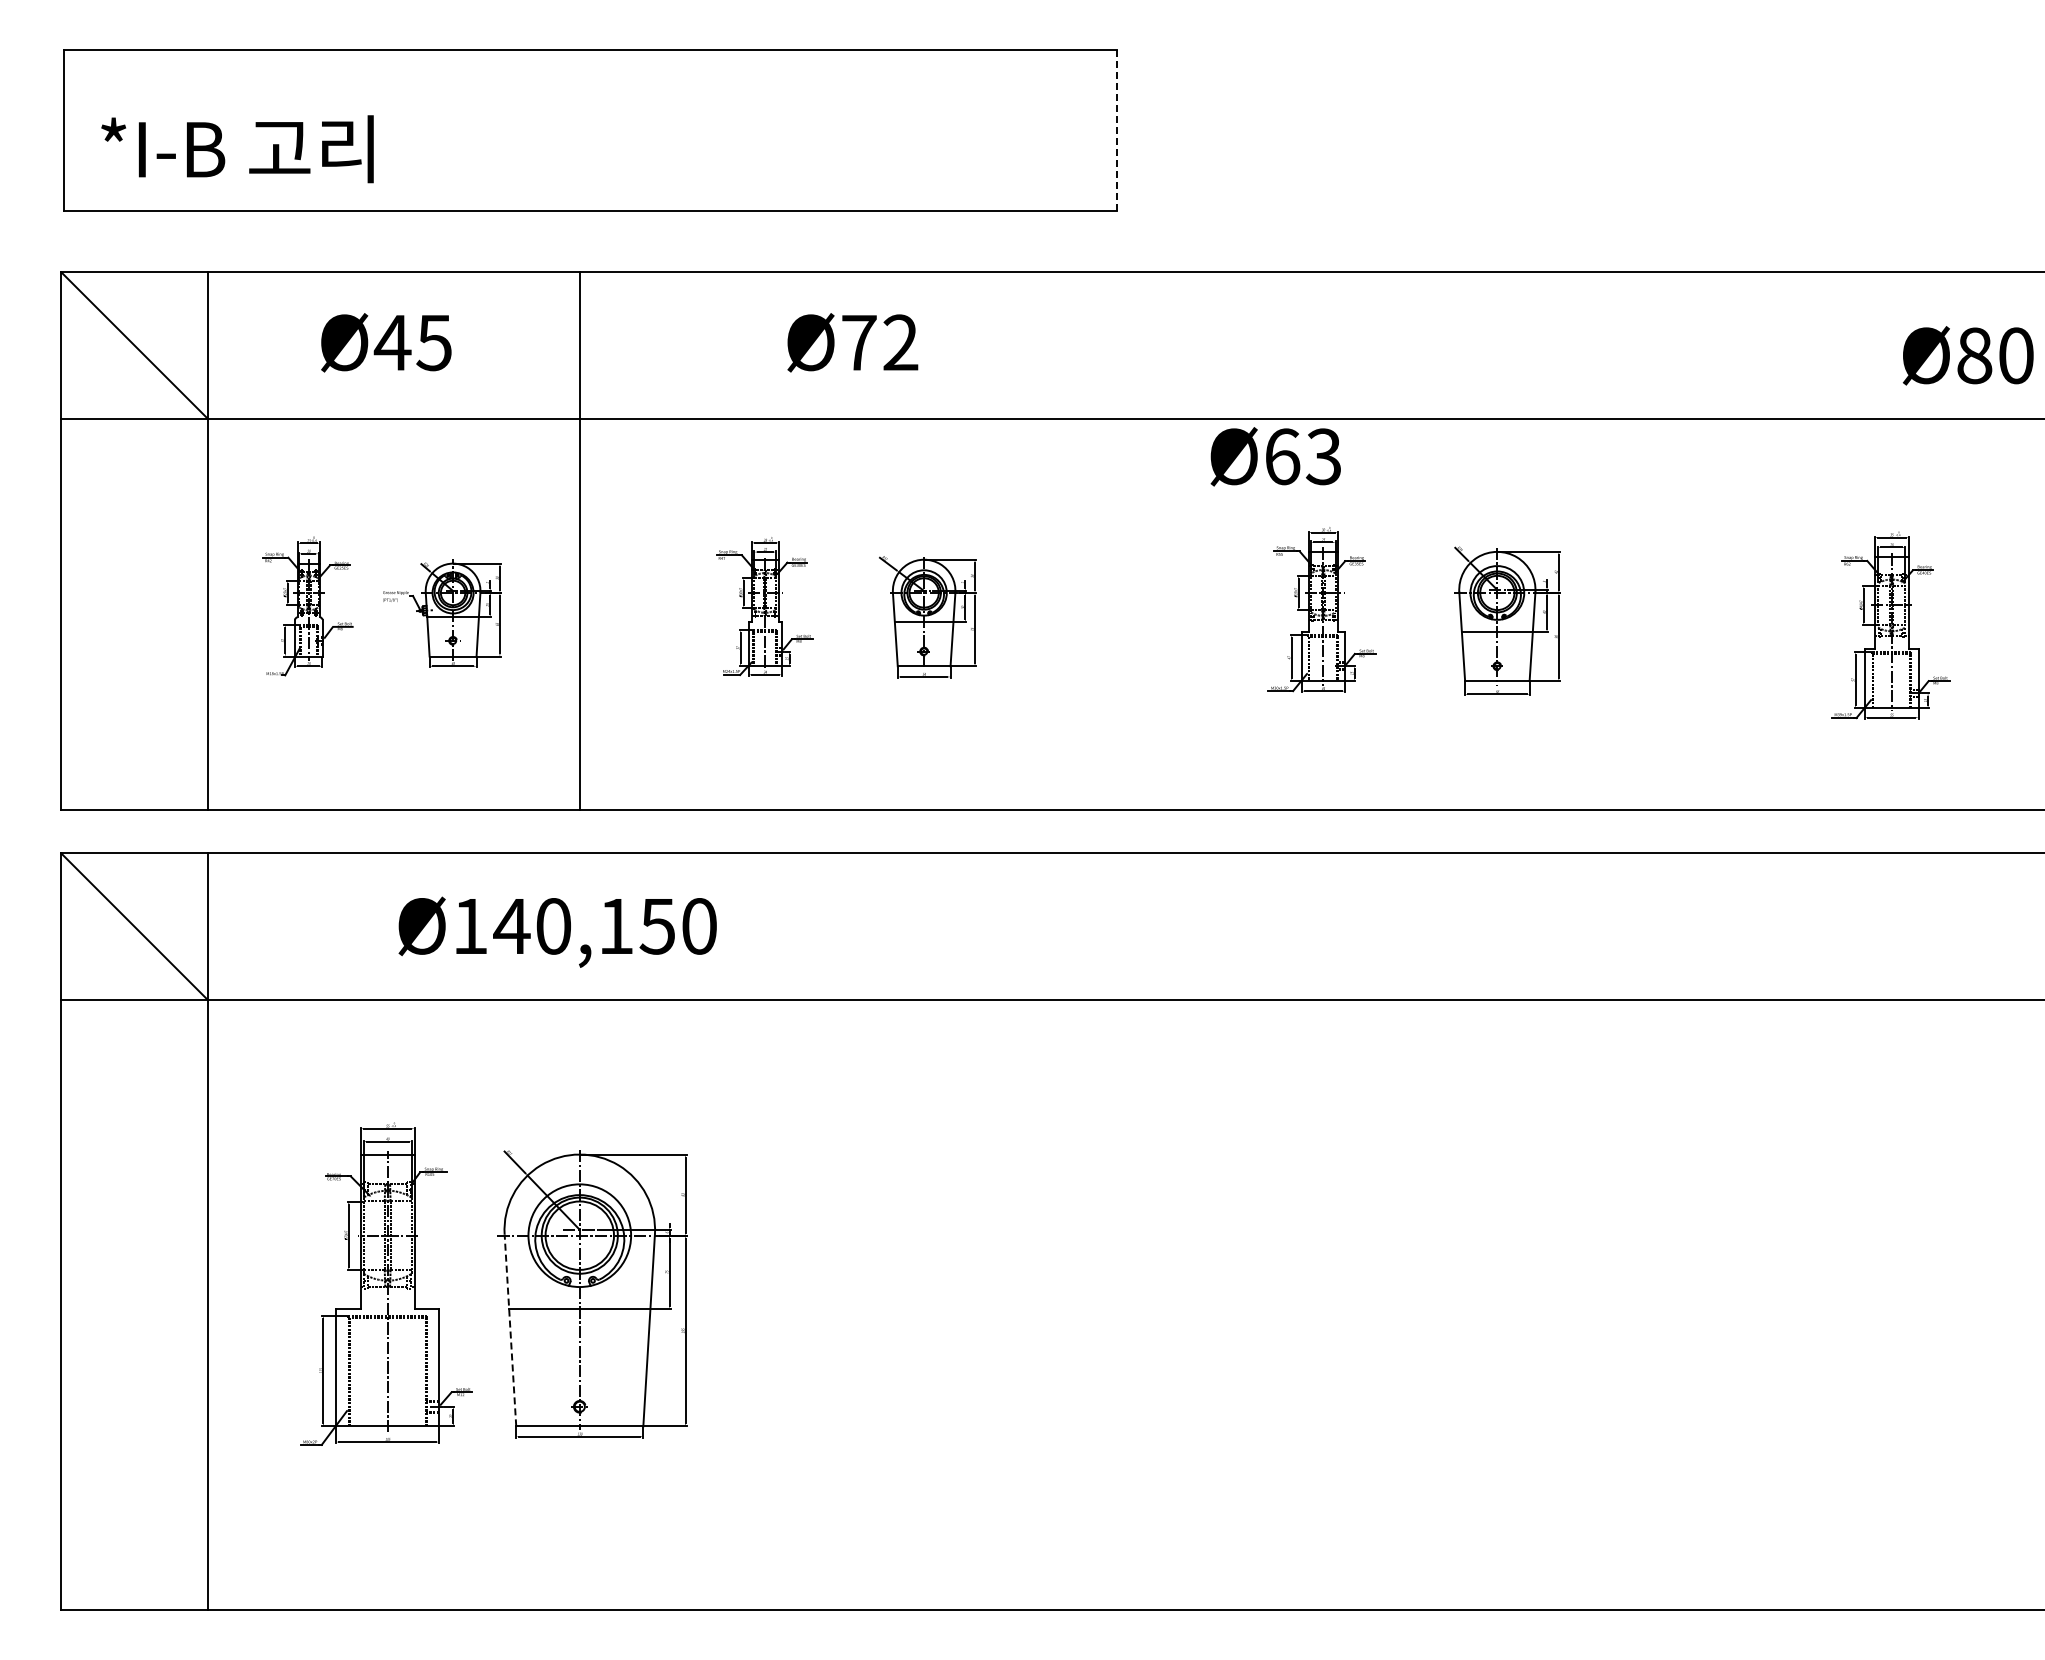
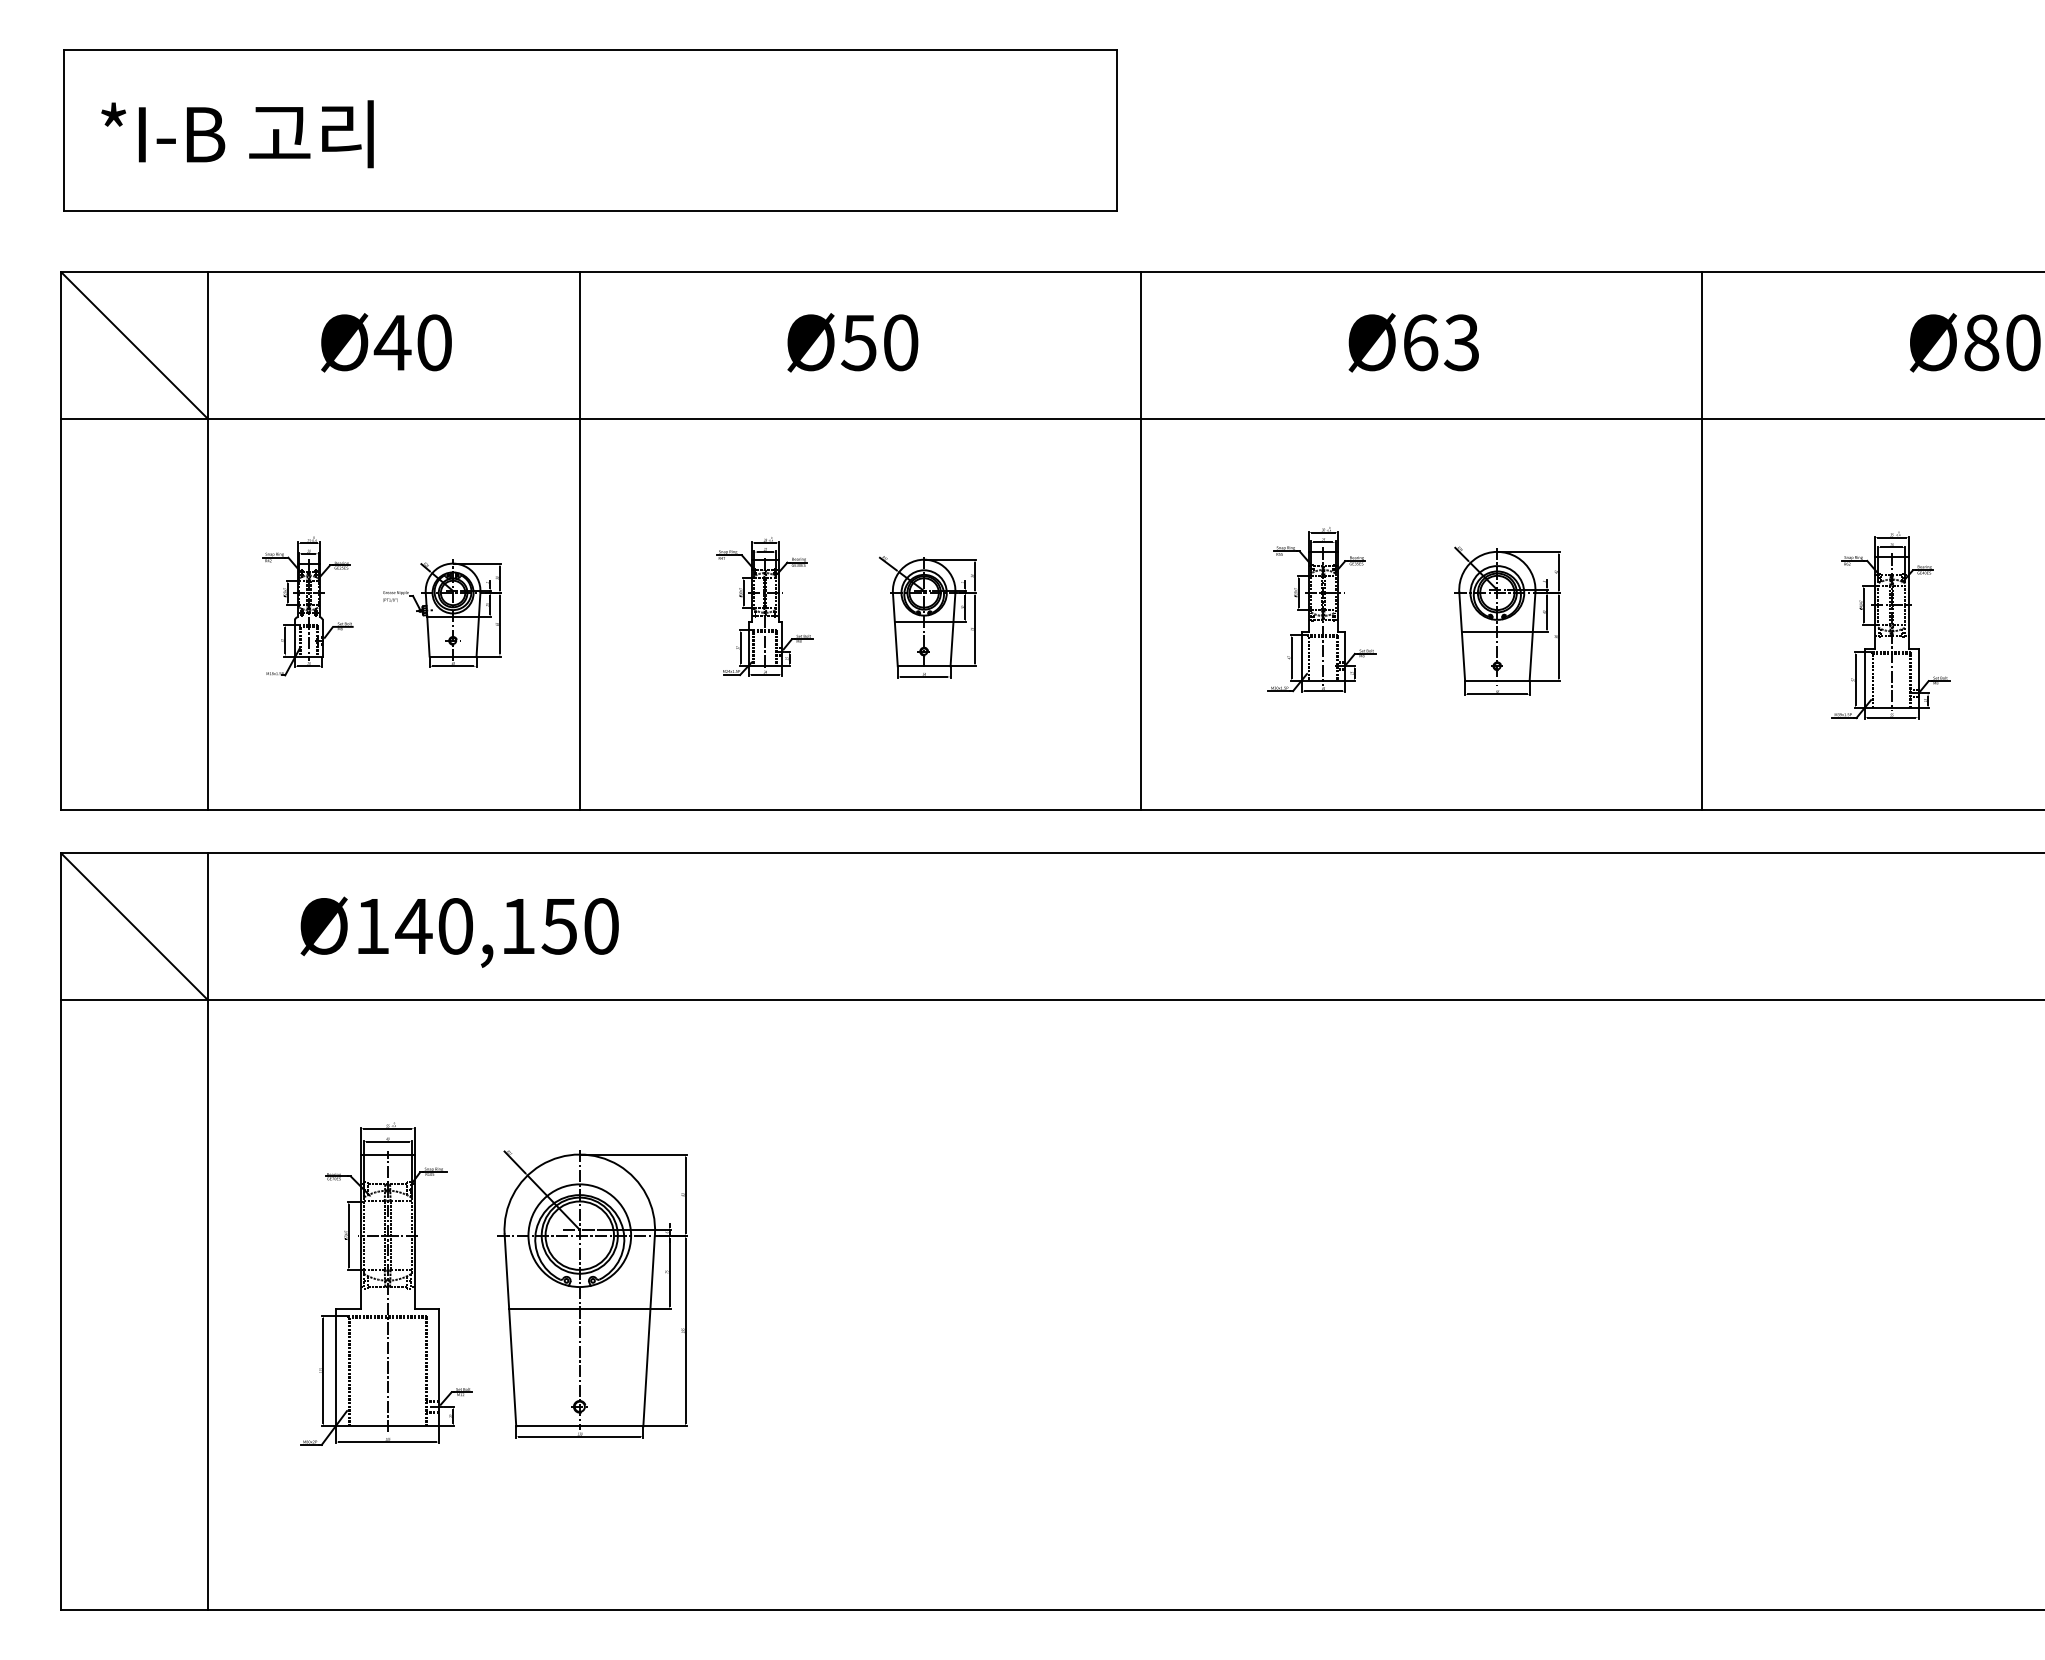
line at (1116, 130): dashed -> solid
text at (237, 149) position: (237, 149) -> (237, 134)
text at (433, 342): Ø45 -> Ø40
text at (879, 342): Ø72 -> Ø50
text at (1968, 355) position: (1968, 355) -> (1975, 342)
text at (1275, 456) position: (1275, 456) -> (1413, 342)
line at (1140, 541): none -> present
line at (1701, 541): none -> present
text at (557, 931) position: (557, 931) -> (459, 931)
line at (510, 1329): dashed -> solid
